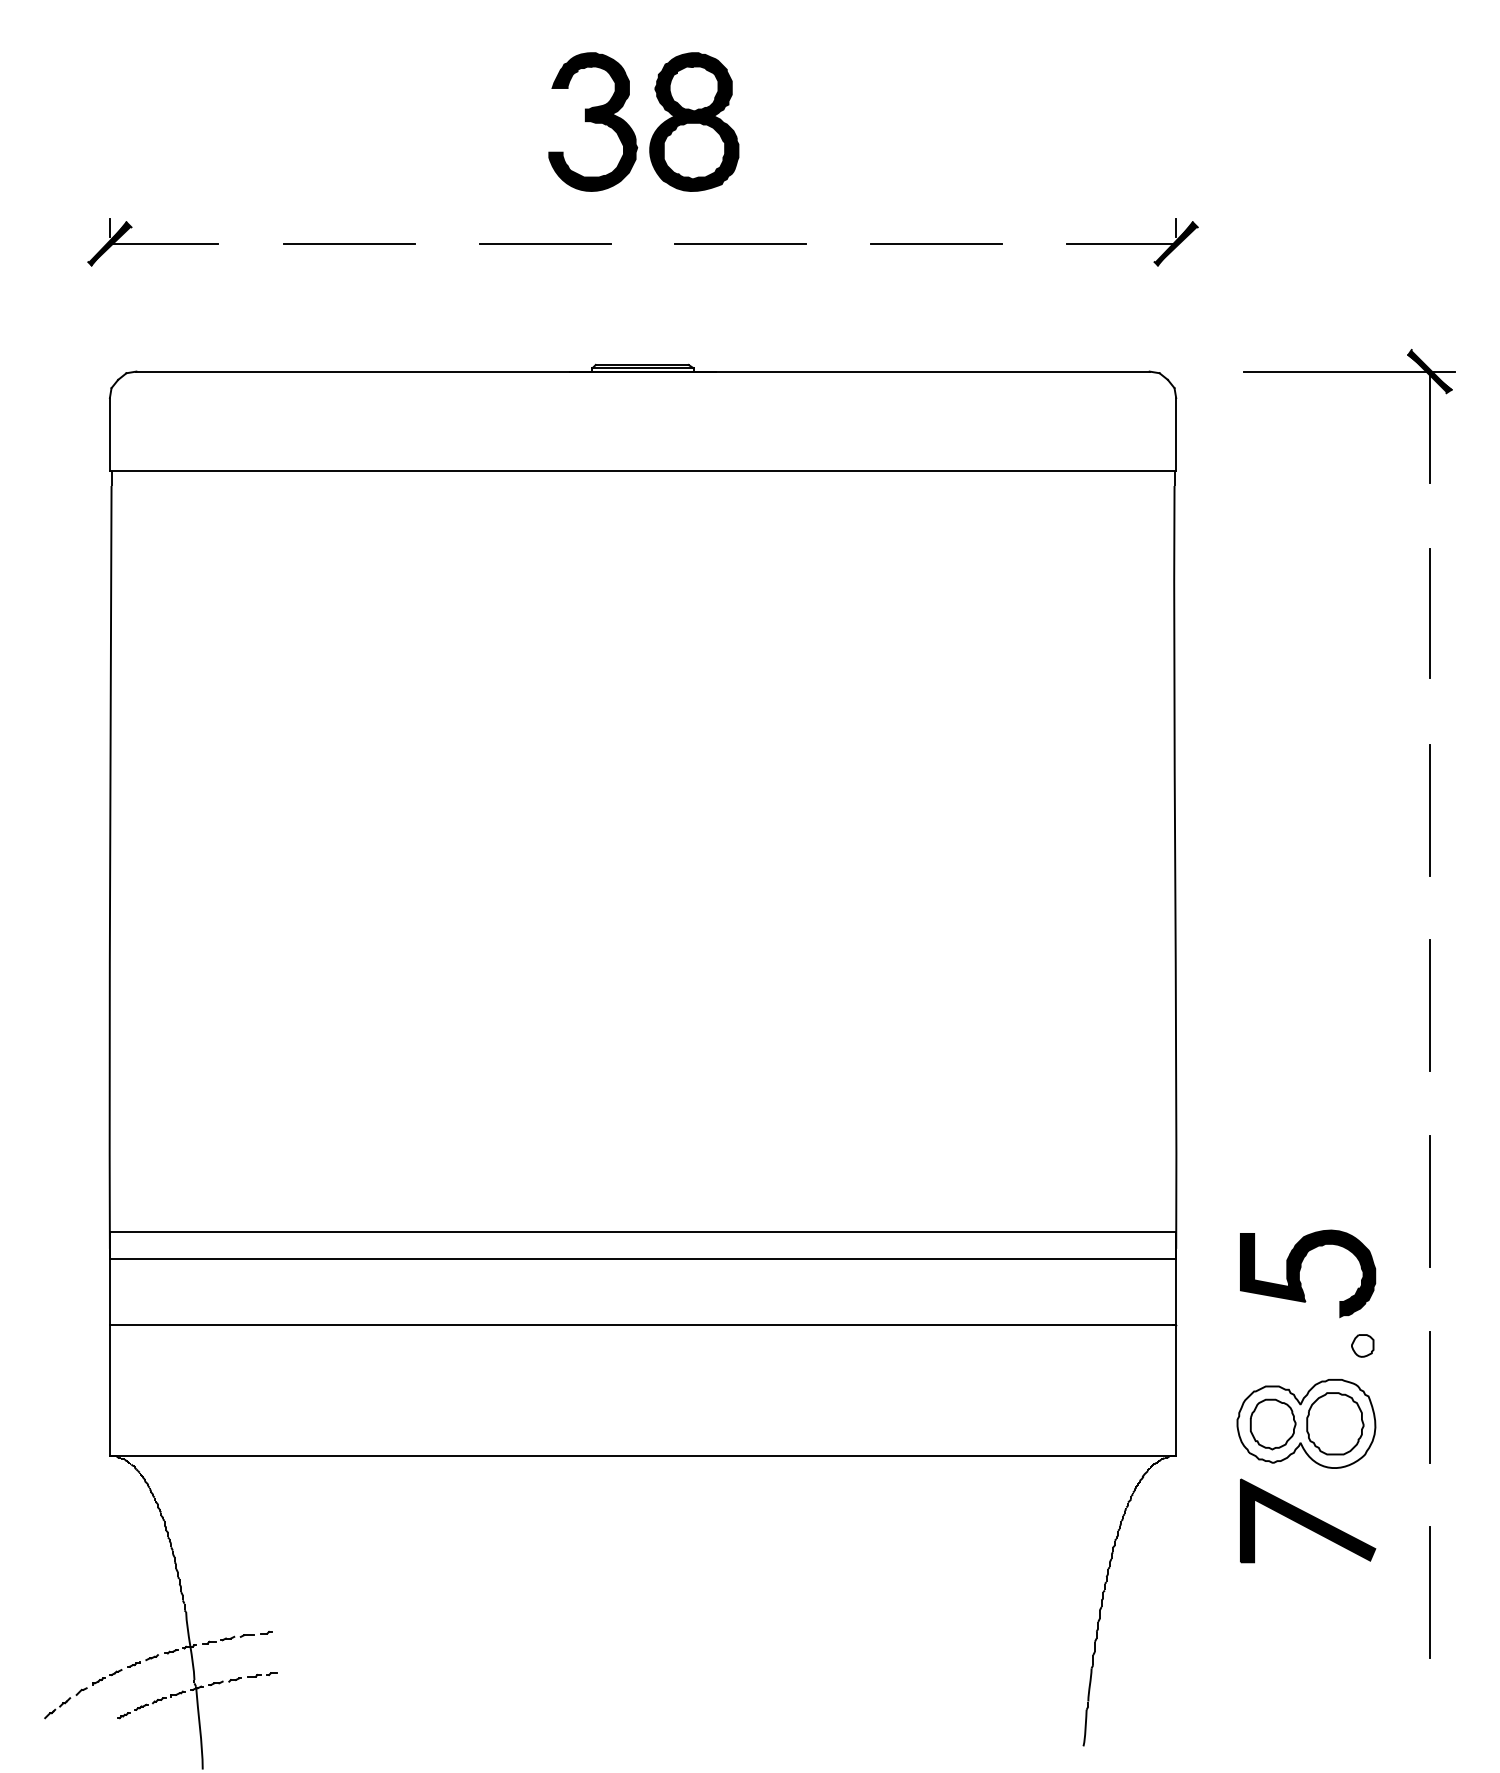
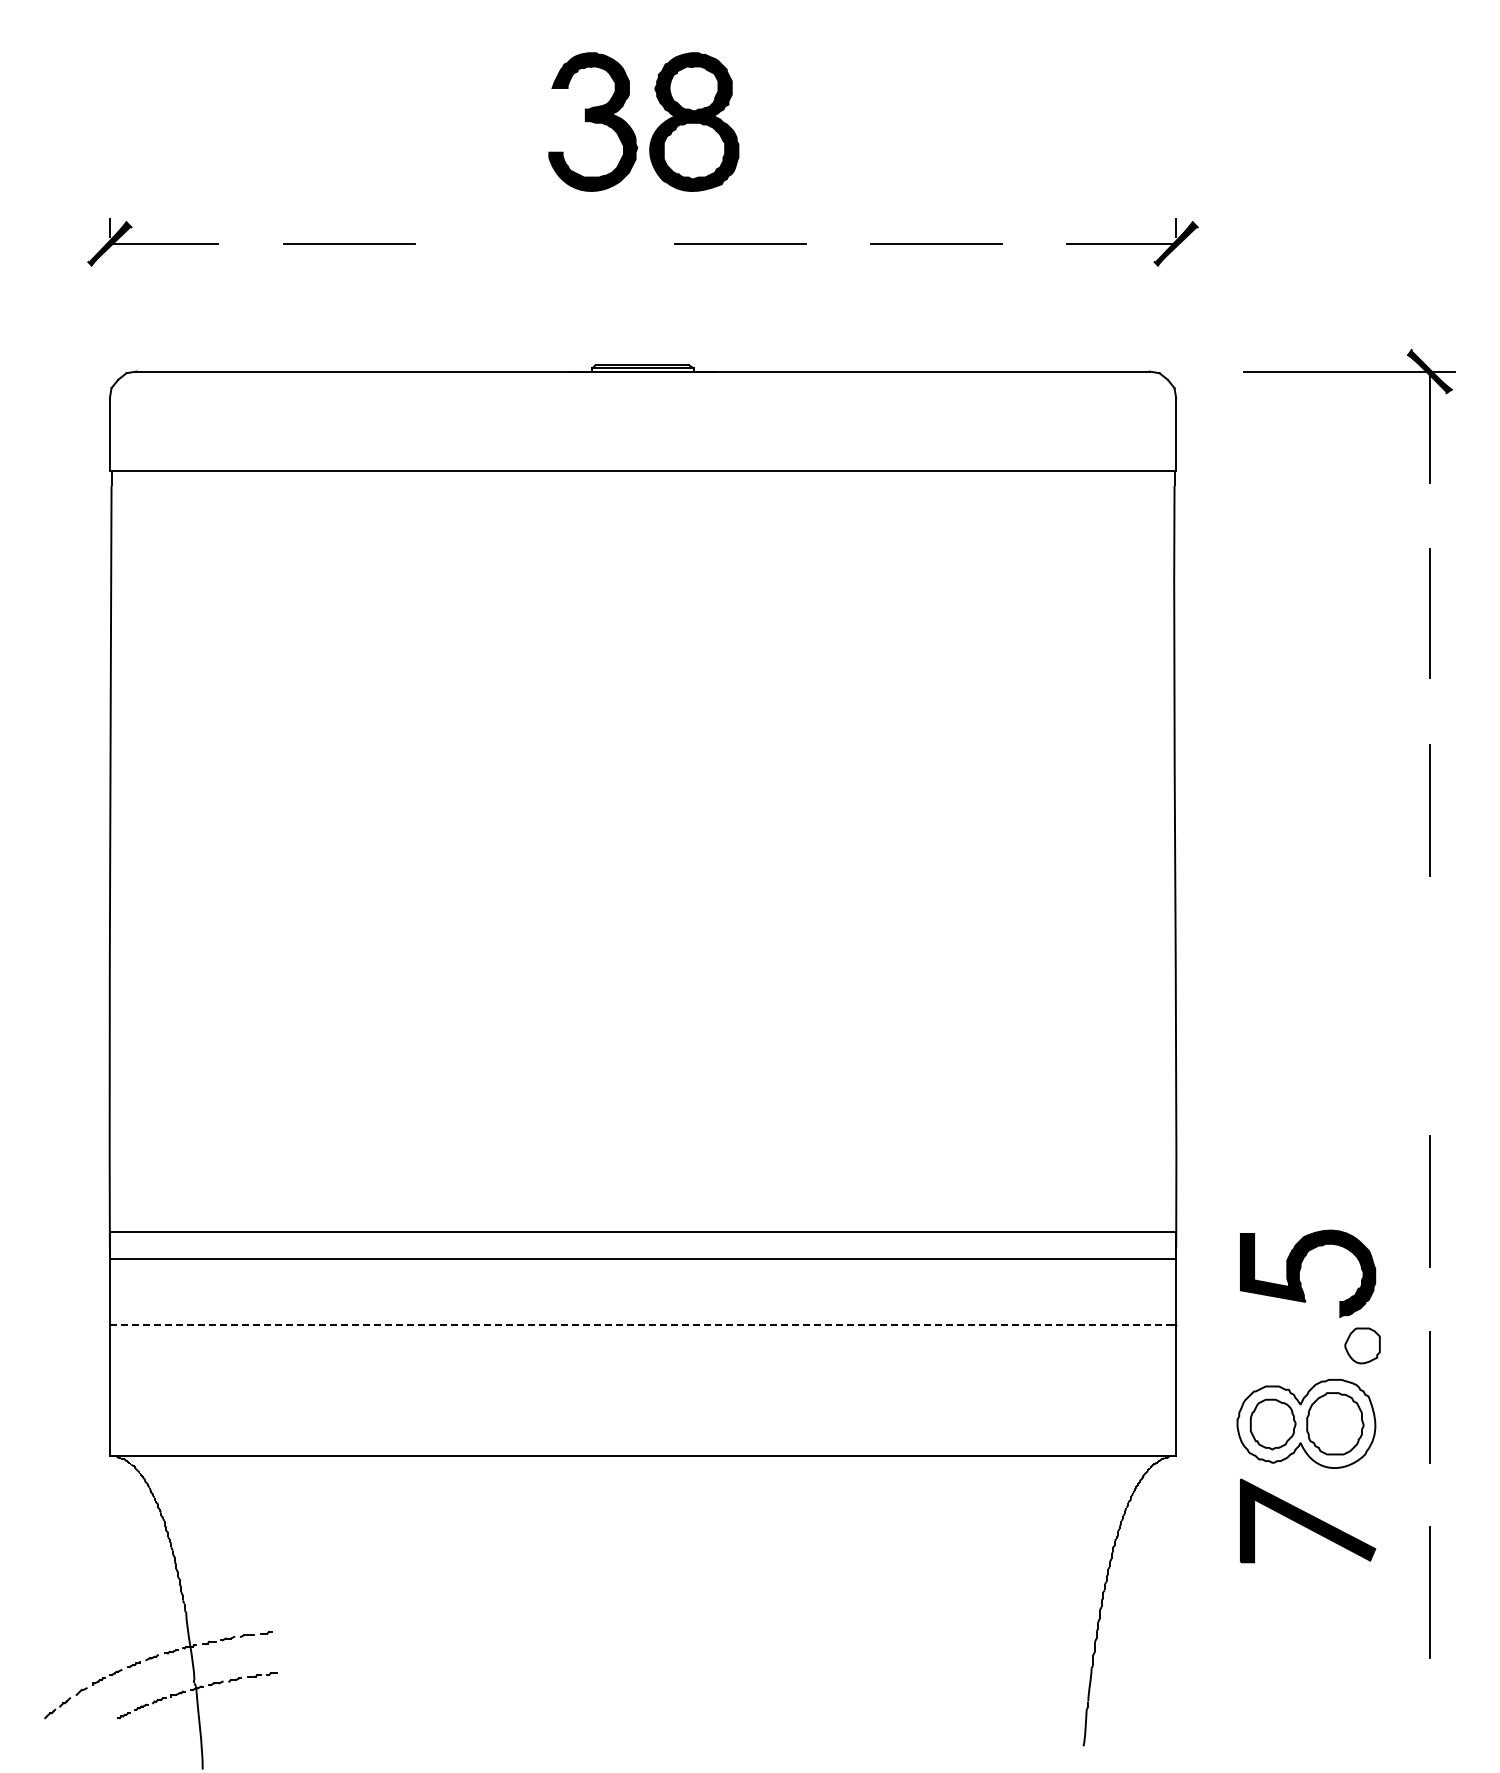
line at (544, 243): present -> none
line at (1429, 1005): present -> none
line at (643, 1325): solid -> dashed
part at (1362, 1345) size: 24x24 px -> 37x38 px
